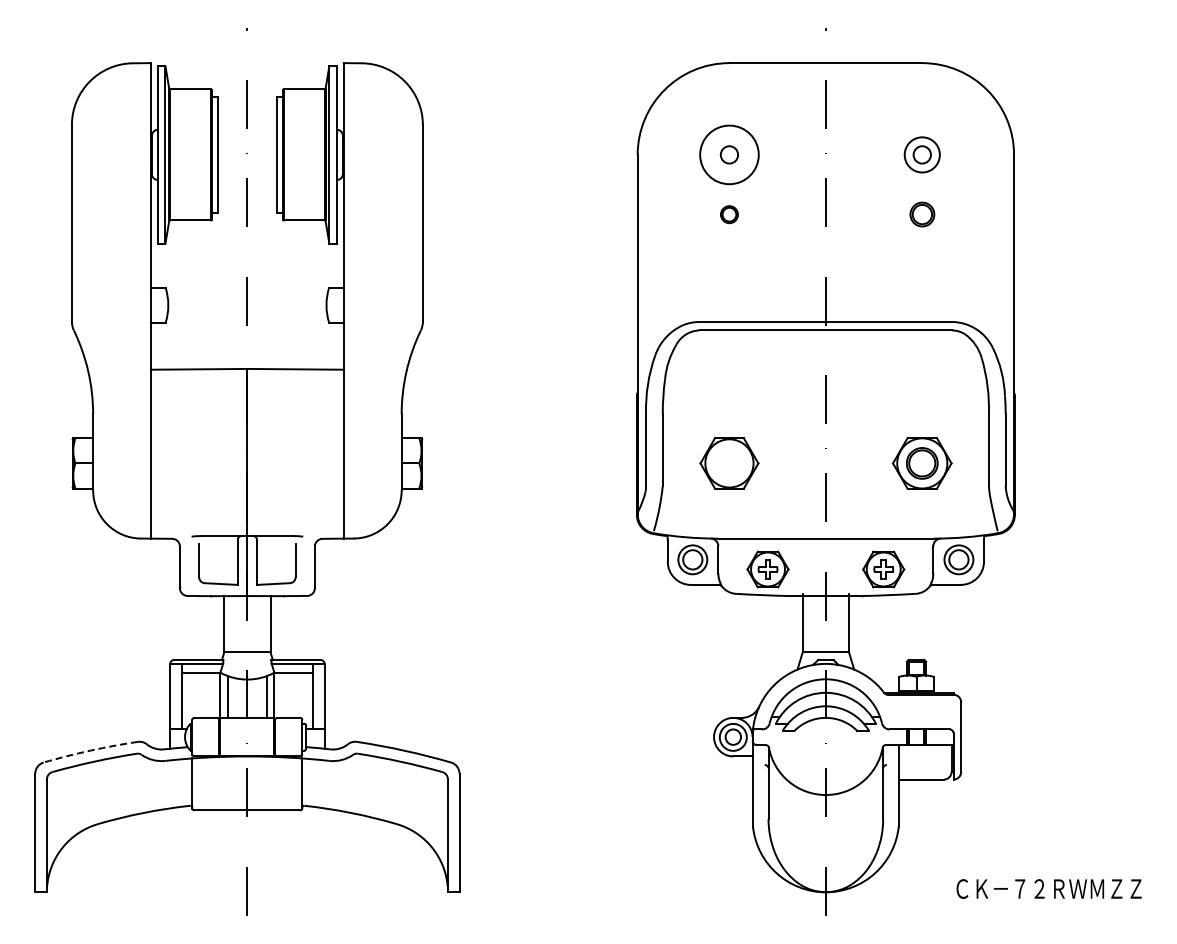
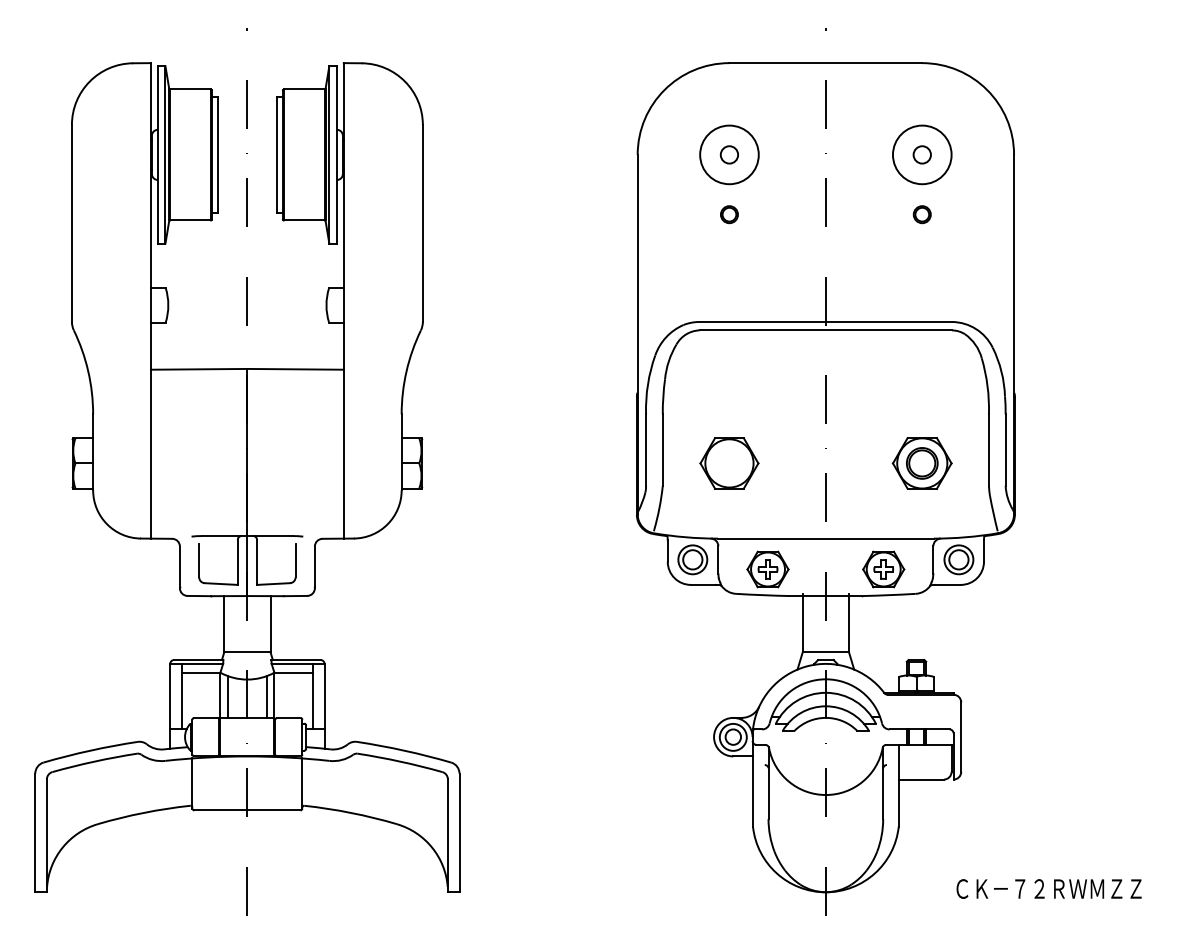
circle at (921, 154) diameter: 35 px -> 59 px
part at (922, 214) size: 27x27 px -> 20x20 px
arc at (90, 750): dashed -> solid
